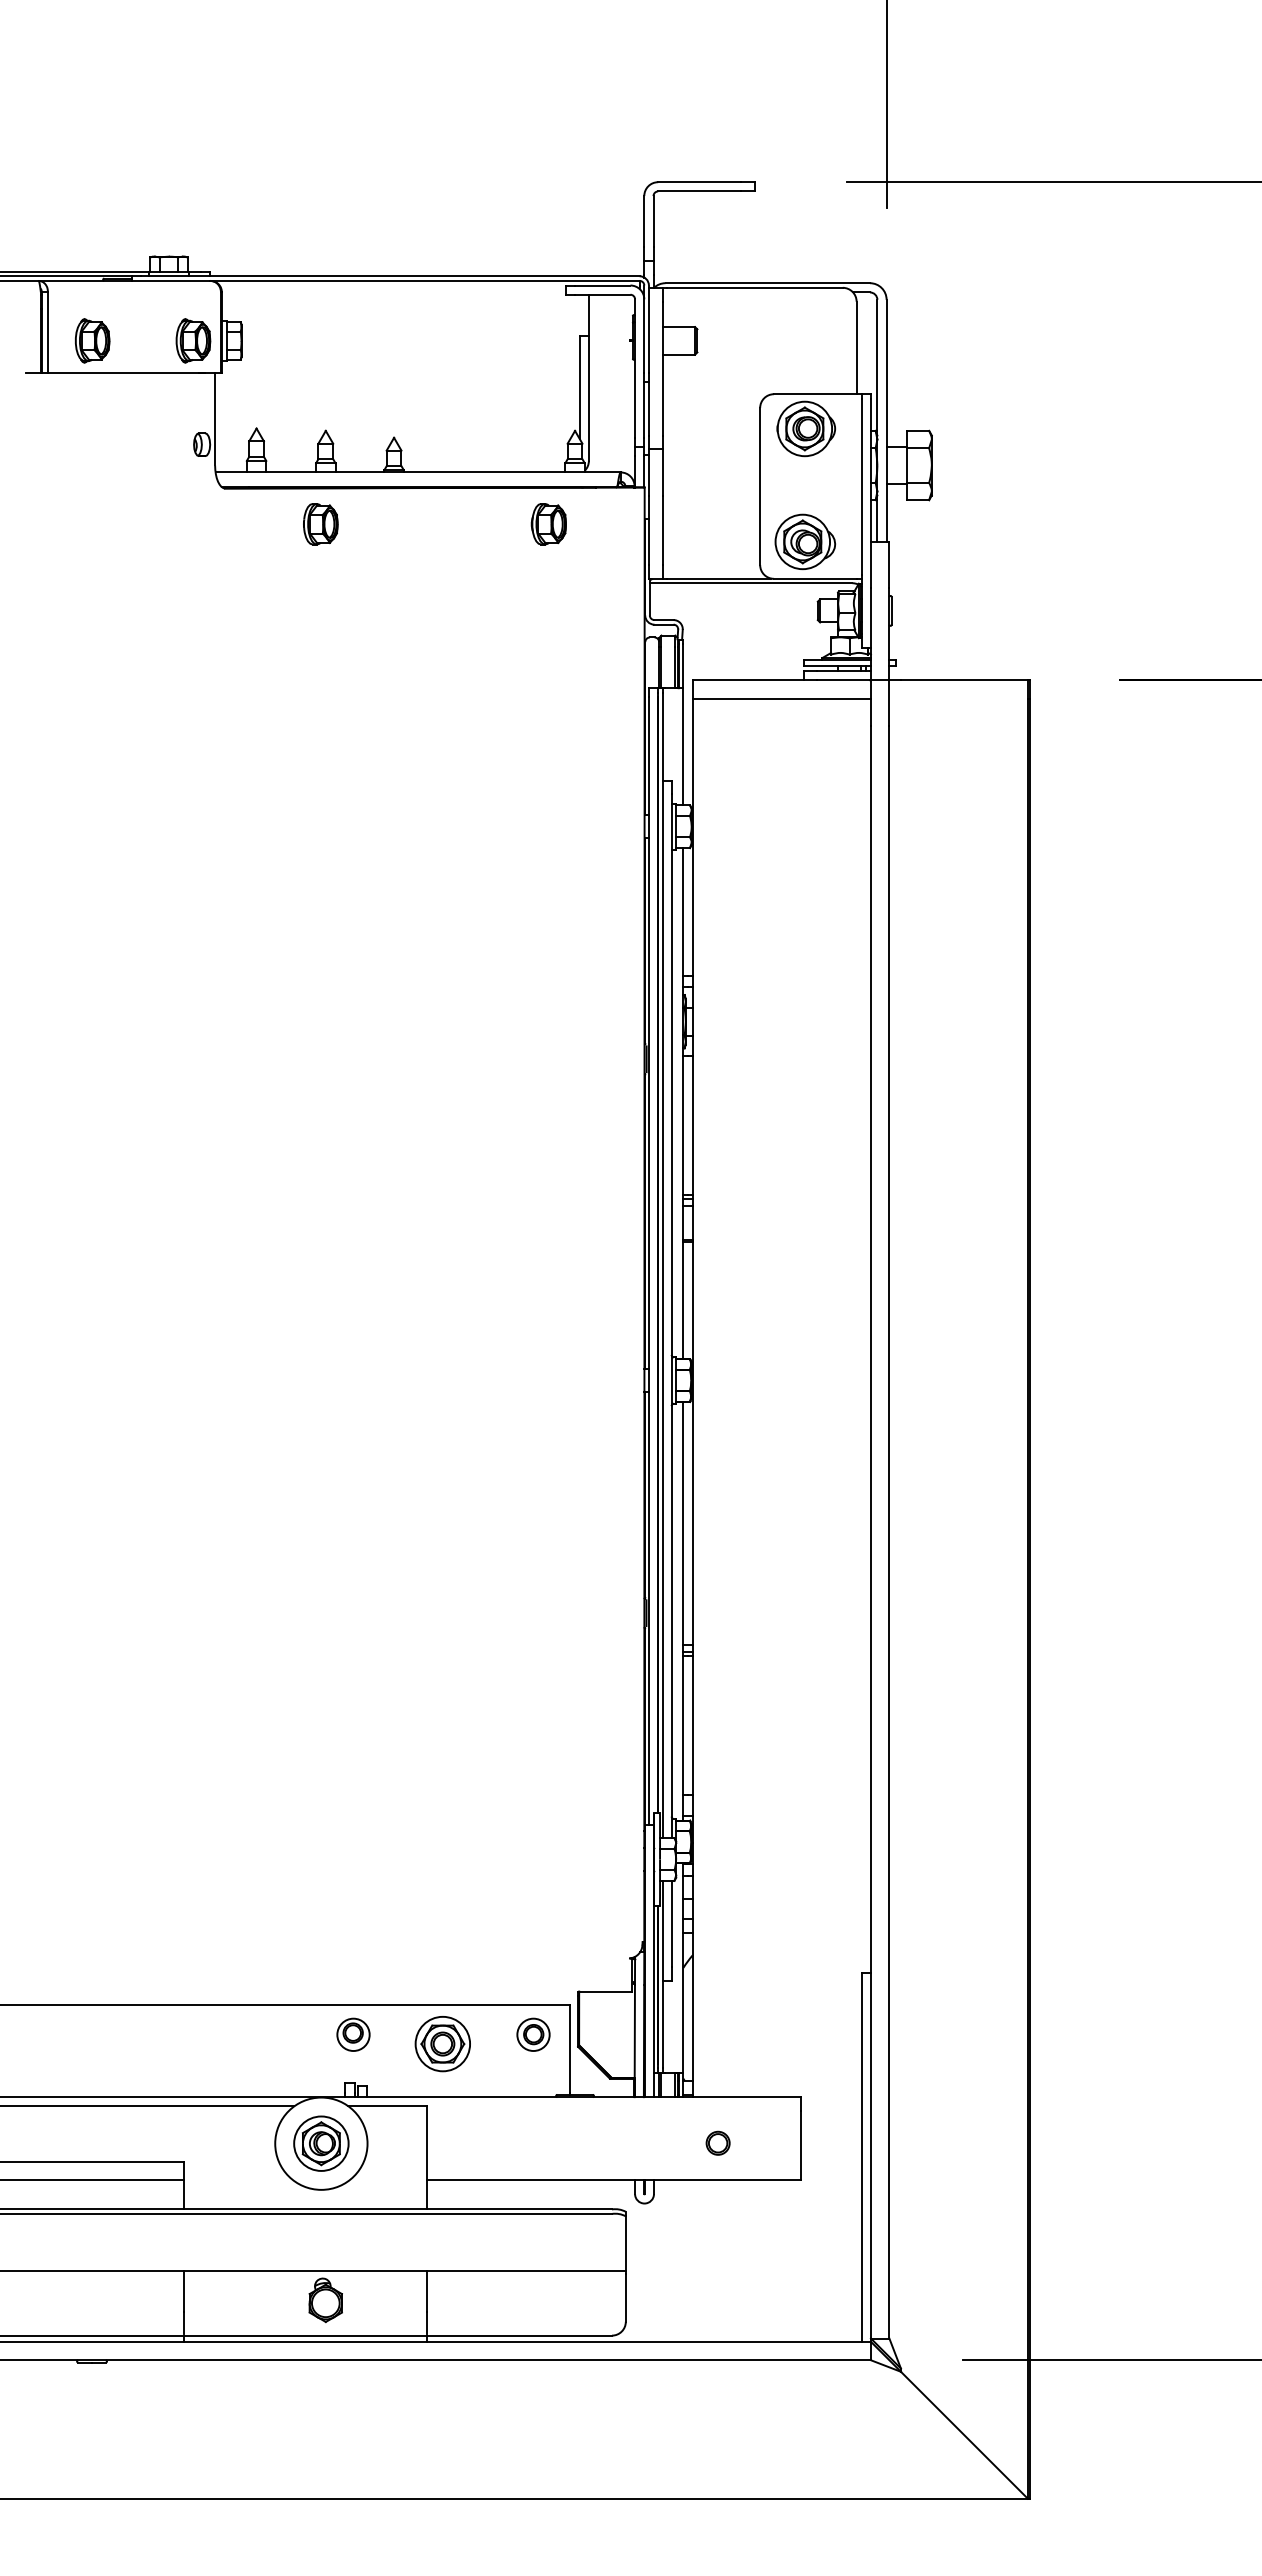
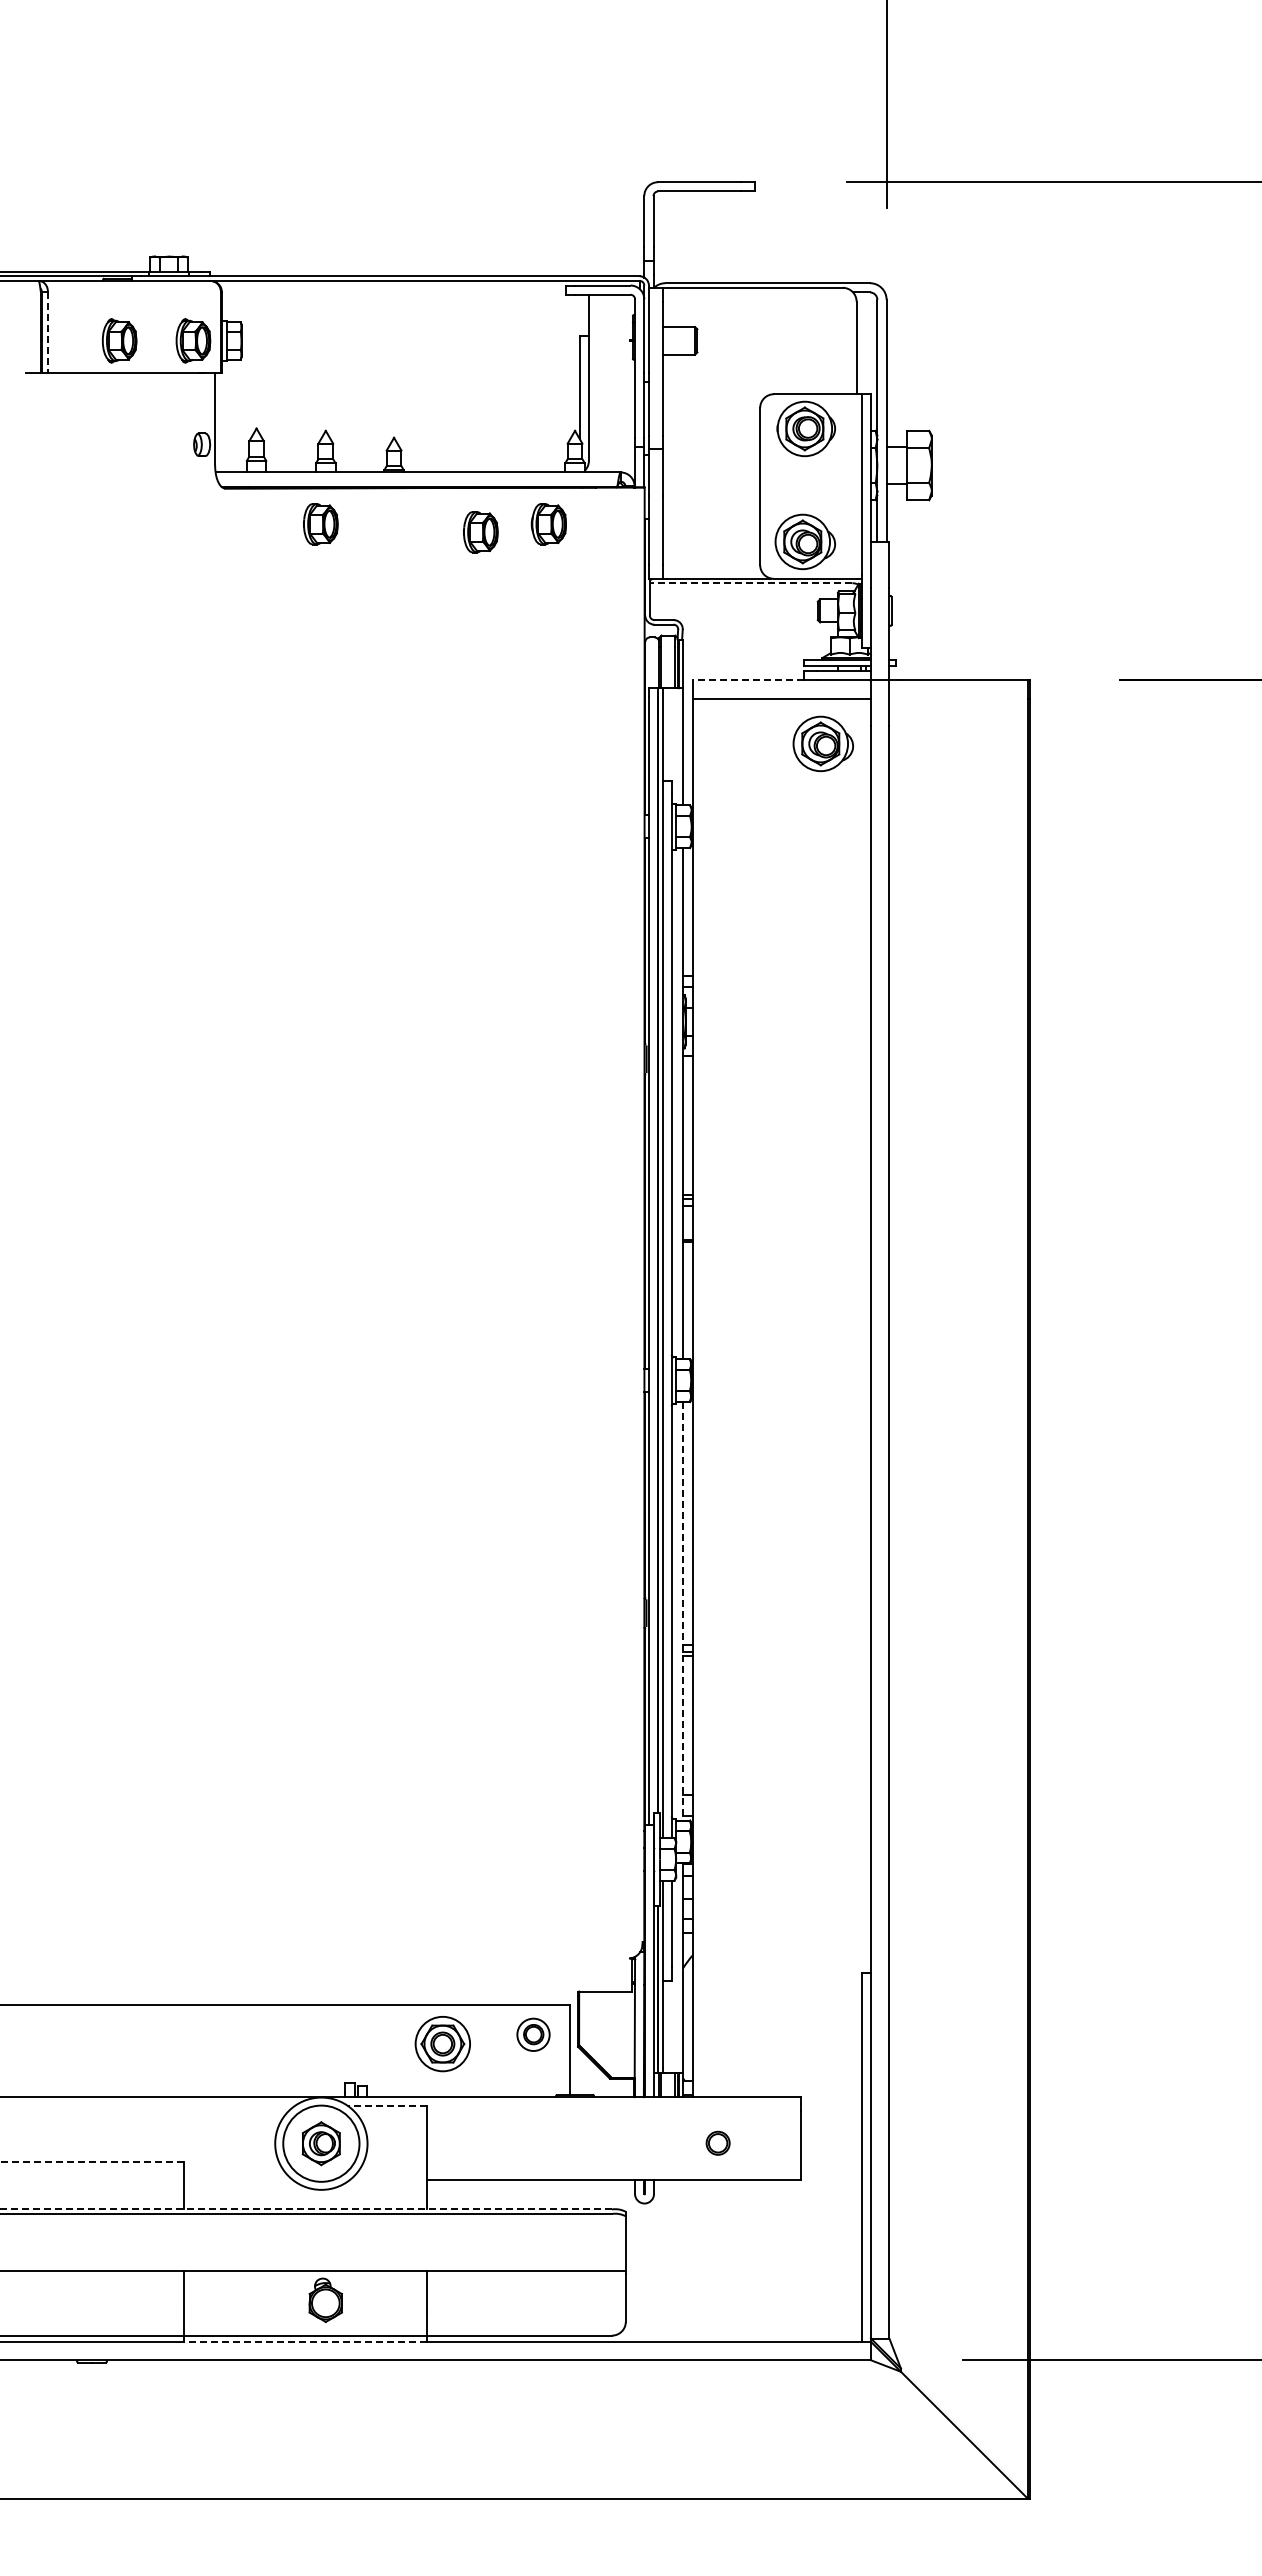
line at (47, 333): solid -> dashed
part at (92, 340) position: (92, 340) -> (119, 340)
part at (480, 532): none -> present
line at (750, 583): solid -> dashed
line at (747, 680): solid -> dashed
part at (823, 743): none -> present
line at (683, 1611): solid -> dashed
part at (353, 2034): present -> none
line at (148, 2106): present -> none
line at (387, 2106): solid -> dashed
circle at (321, 2143) diameter: 54 px -> 76 px
line at (92, 2161): solid -> dashed
line at (93, 2180): present -> none
line at (306, 2209): solid -> dashed
line at (305, 2341): solid -> dashed
